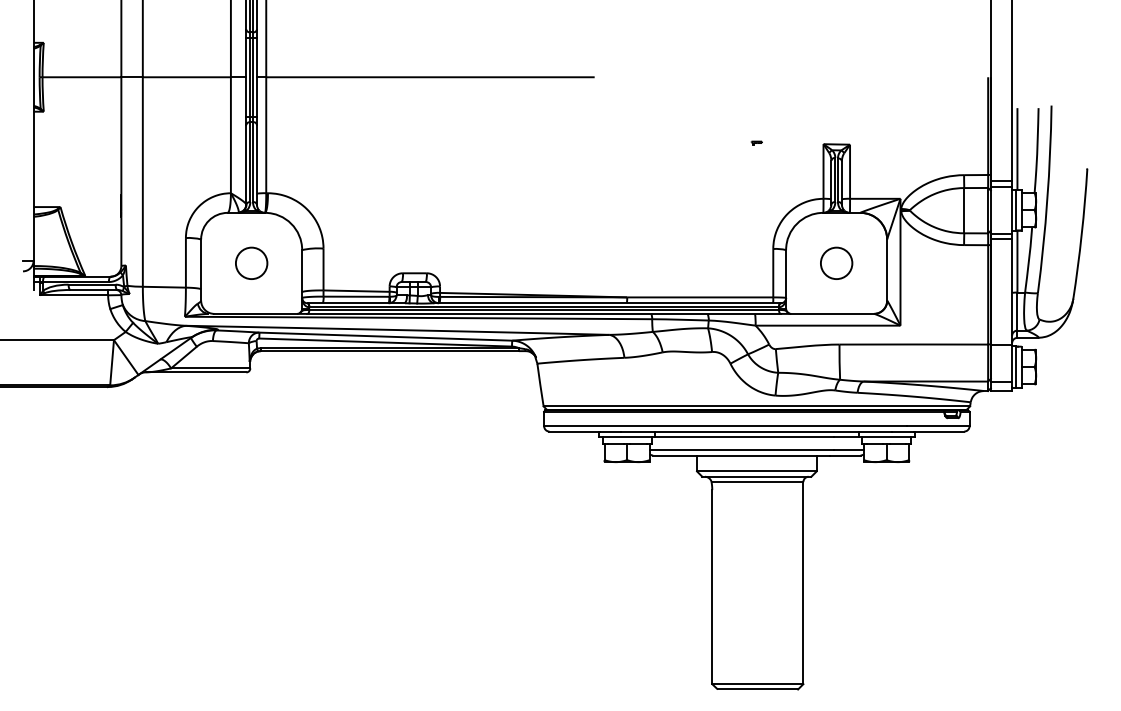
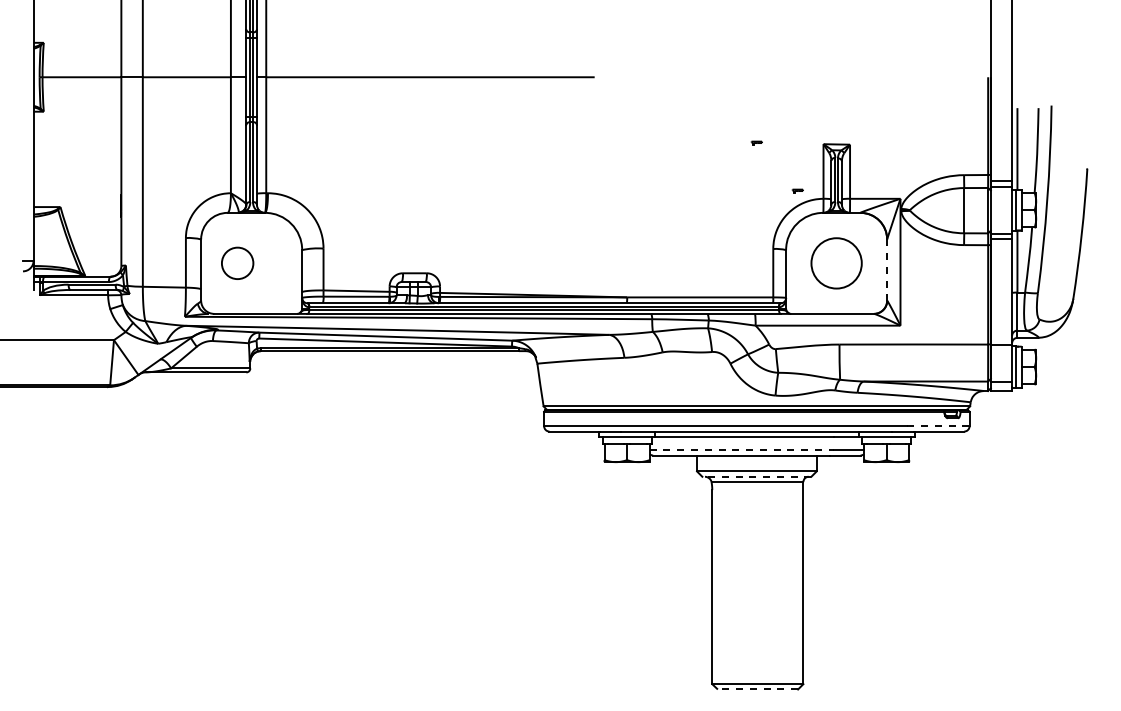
part at (797, 190): none -> present
circle at (251, 262) position: (251, 262) -> (237, 262)
circle at (836, 263) diameter: 31 px -> 50 px
line at (887, 270): solid -> dashed
line at (938, 426): solid -> dashed
line at (742, 450): solid -> dashed
line at (756, 476): solid -> dashed
line at (757, 689): solid -> dashed
